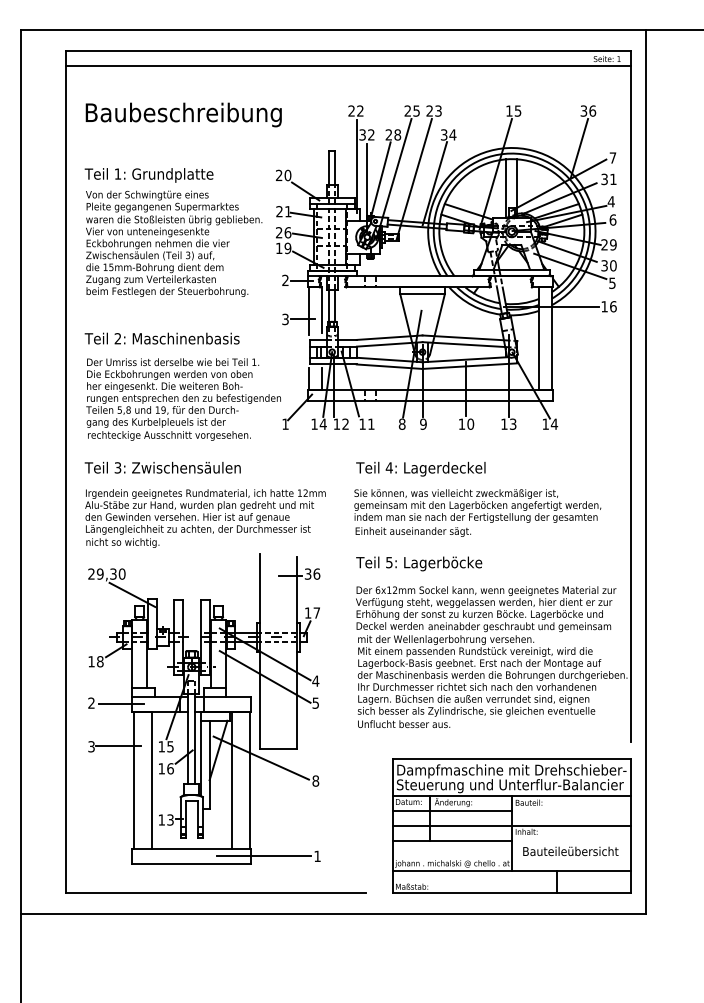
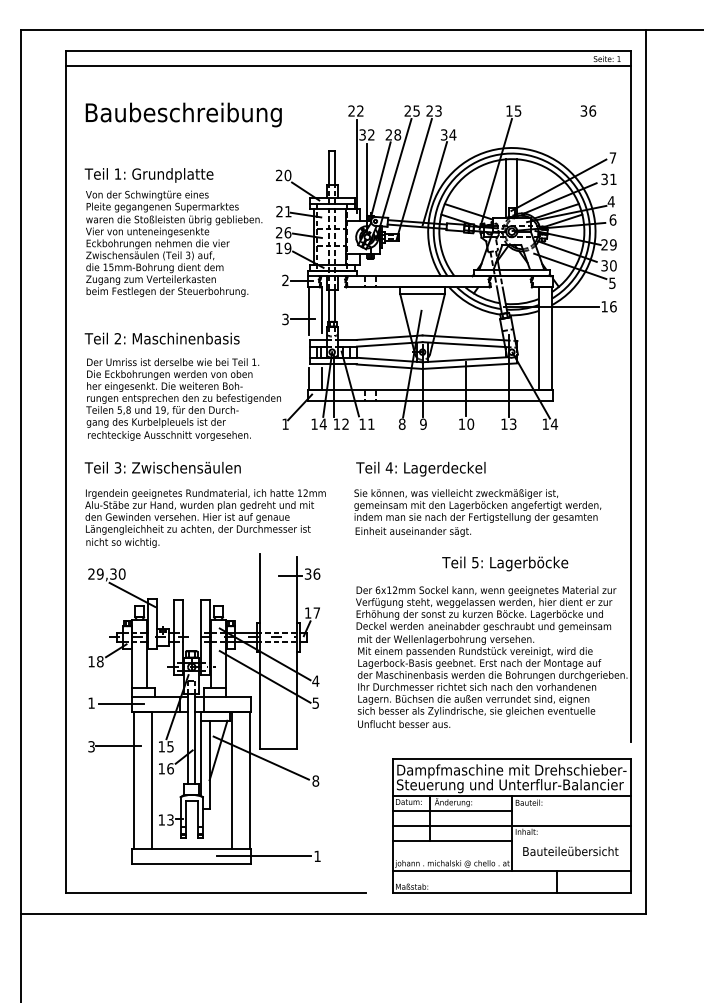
line at (579, 148): present -> none
text at (419, 563) position: (419, 563) -> (505, 563)
text at (91, 702): 2 -> 1
